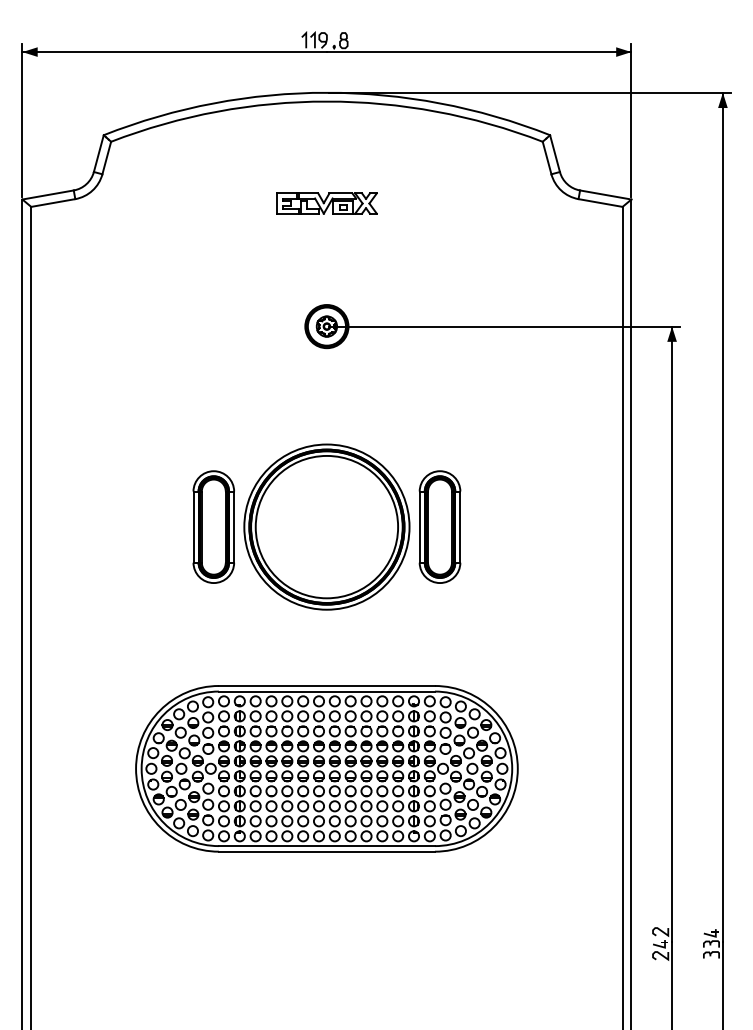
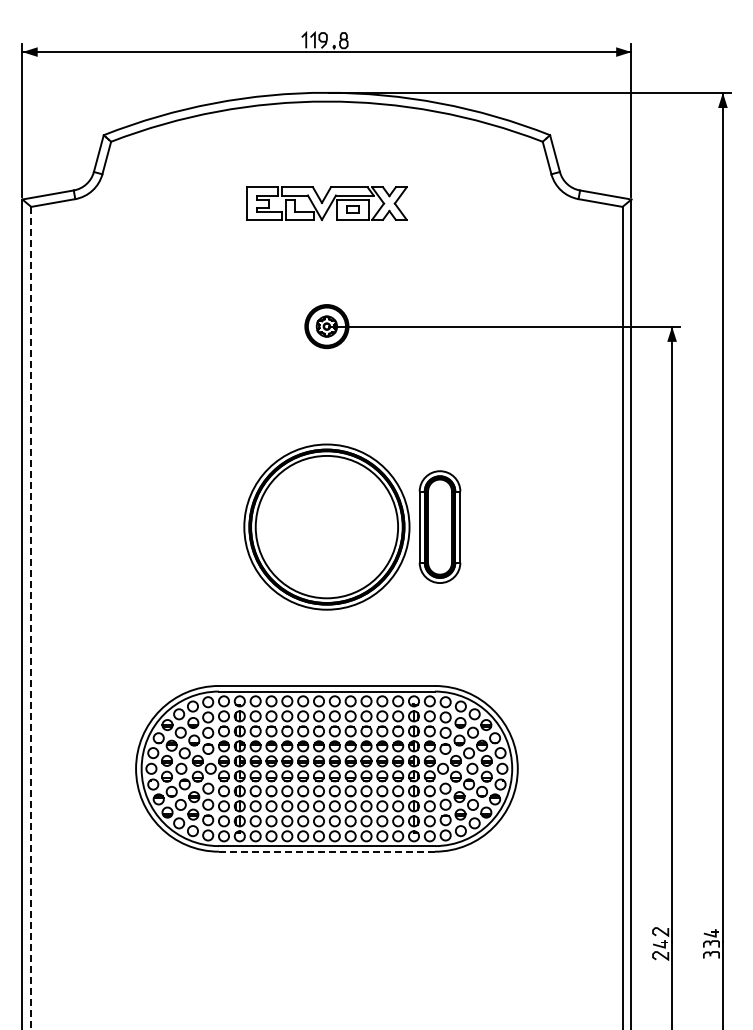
part at (326, 203) size: 102x23 px -> 162x35 px
part at (213, 526): present -> none
line at (31, 618): solid -> dashed
line at (327, 851): solid -> dashed
